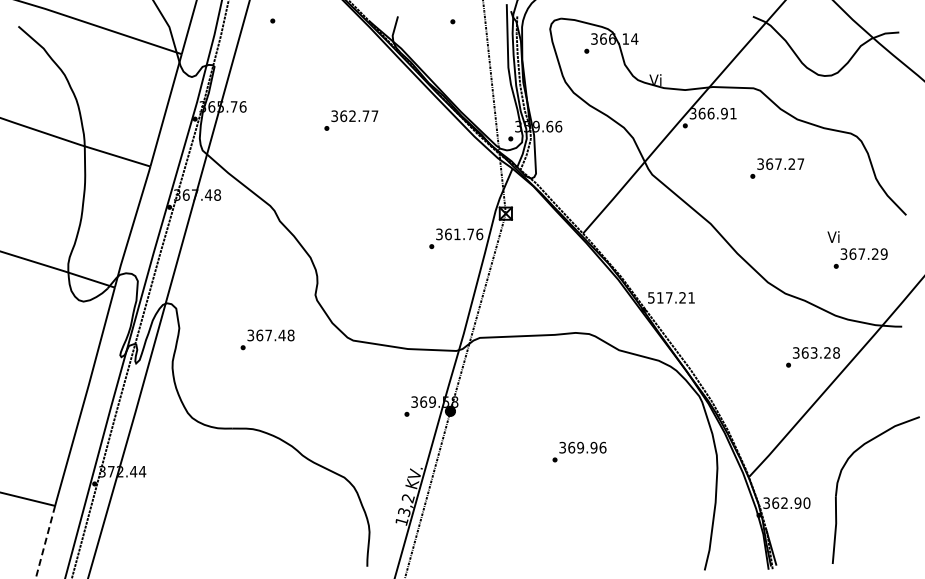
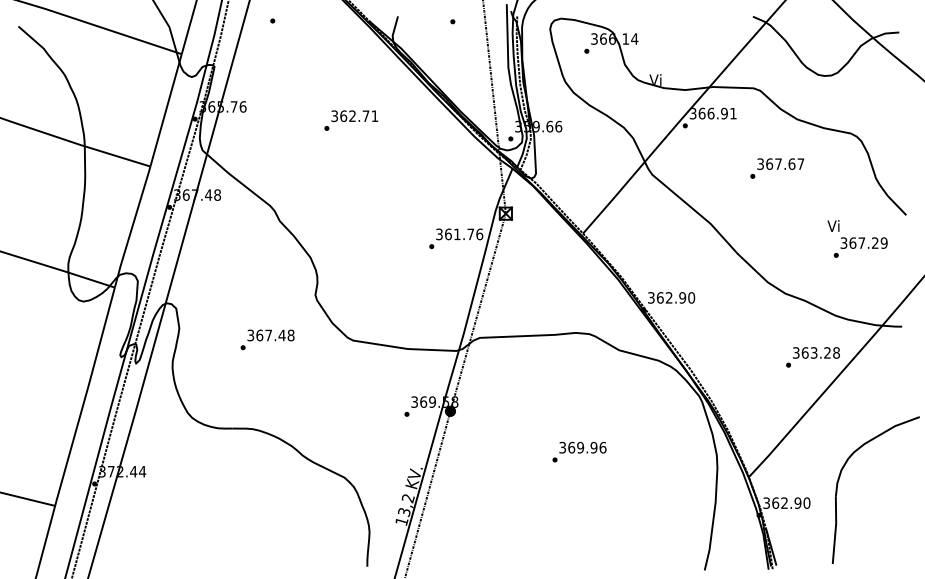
text at (374, 115): 362.77 -> 362.71
text at (791, 163): 367.27 -> 367.67
text at (857, 249) position: (857, 249) -> (857, 238)
text at (671, 297): 517.21 -> 362.90
line at (45, 542): dashed -> solid
